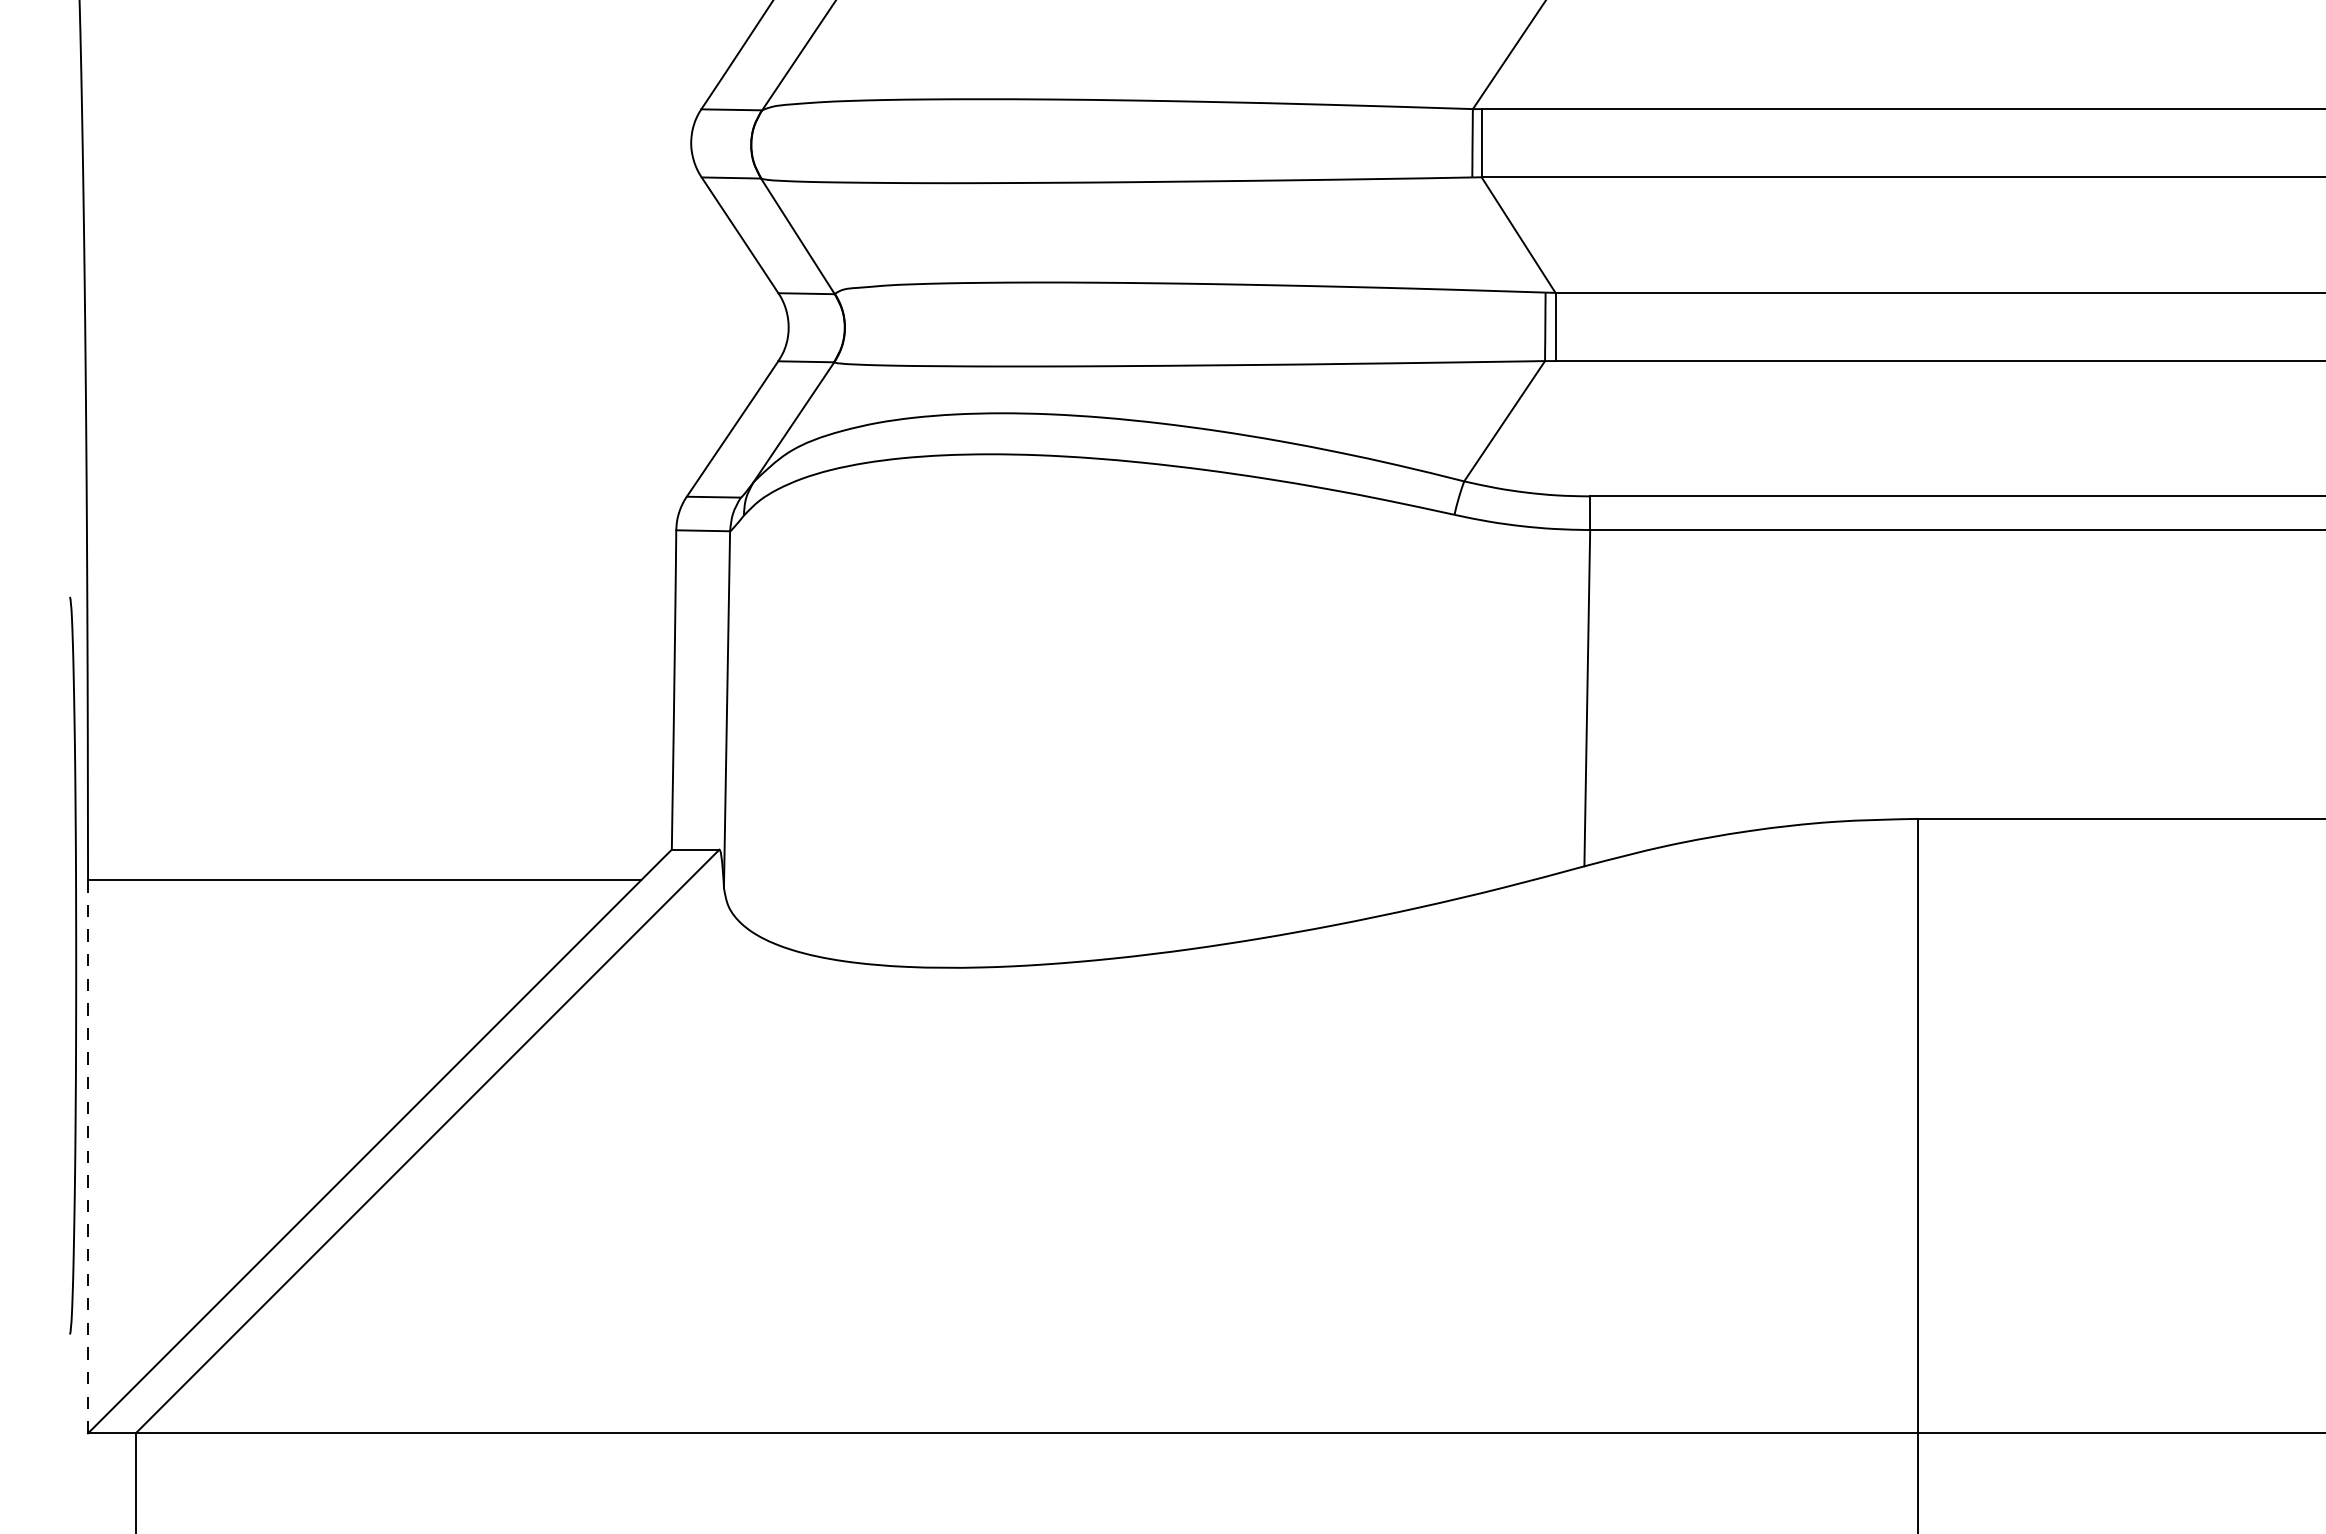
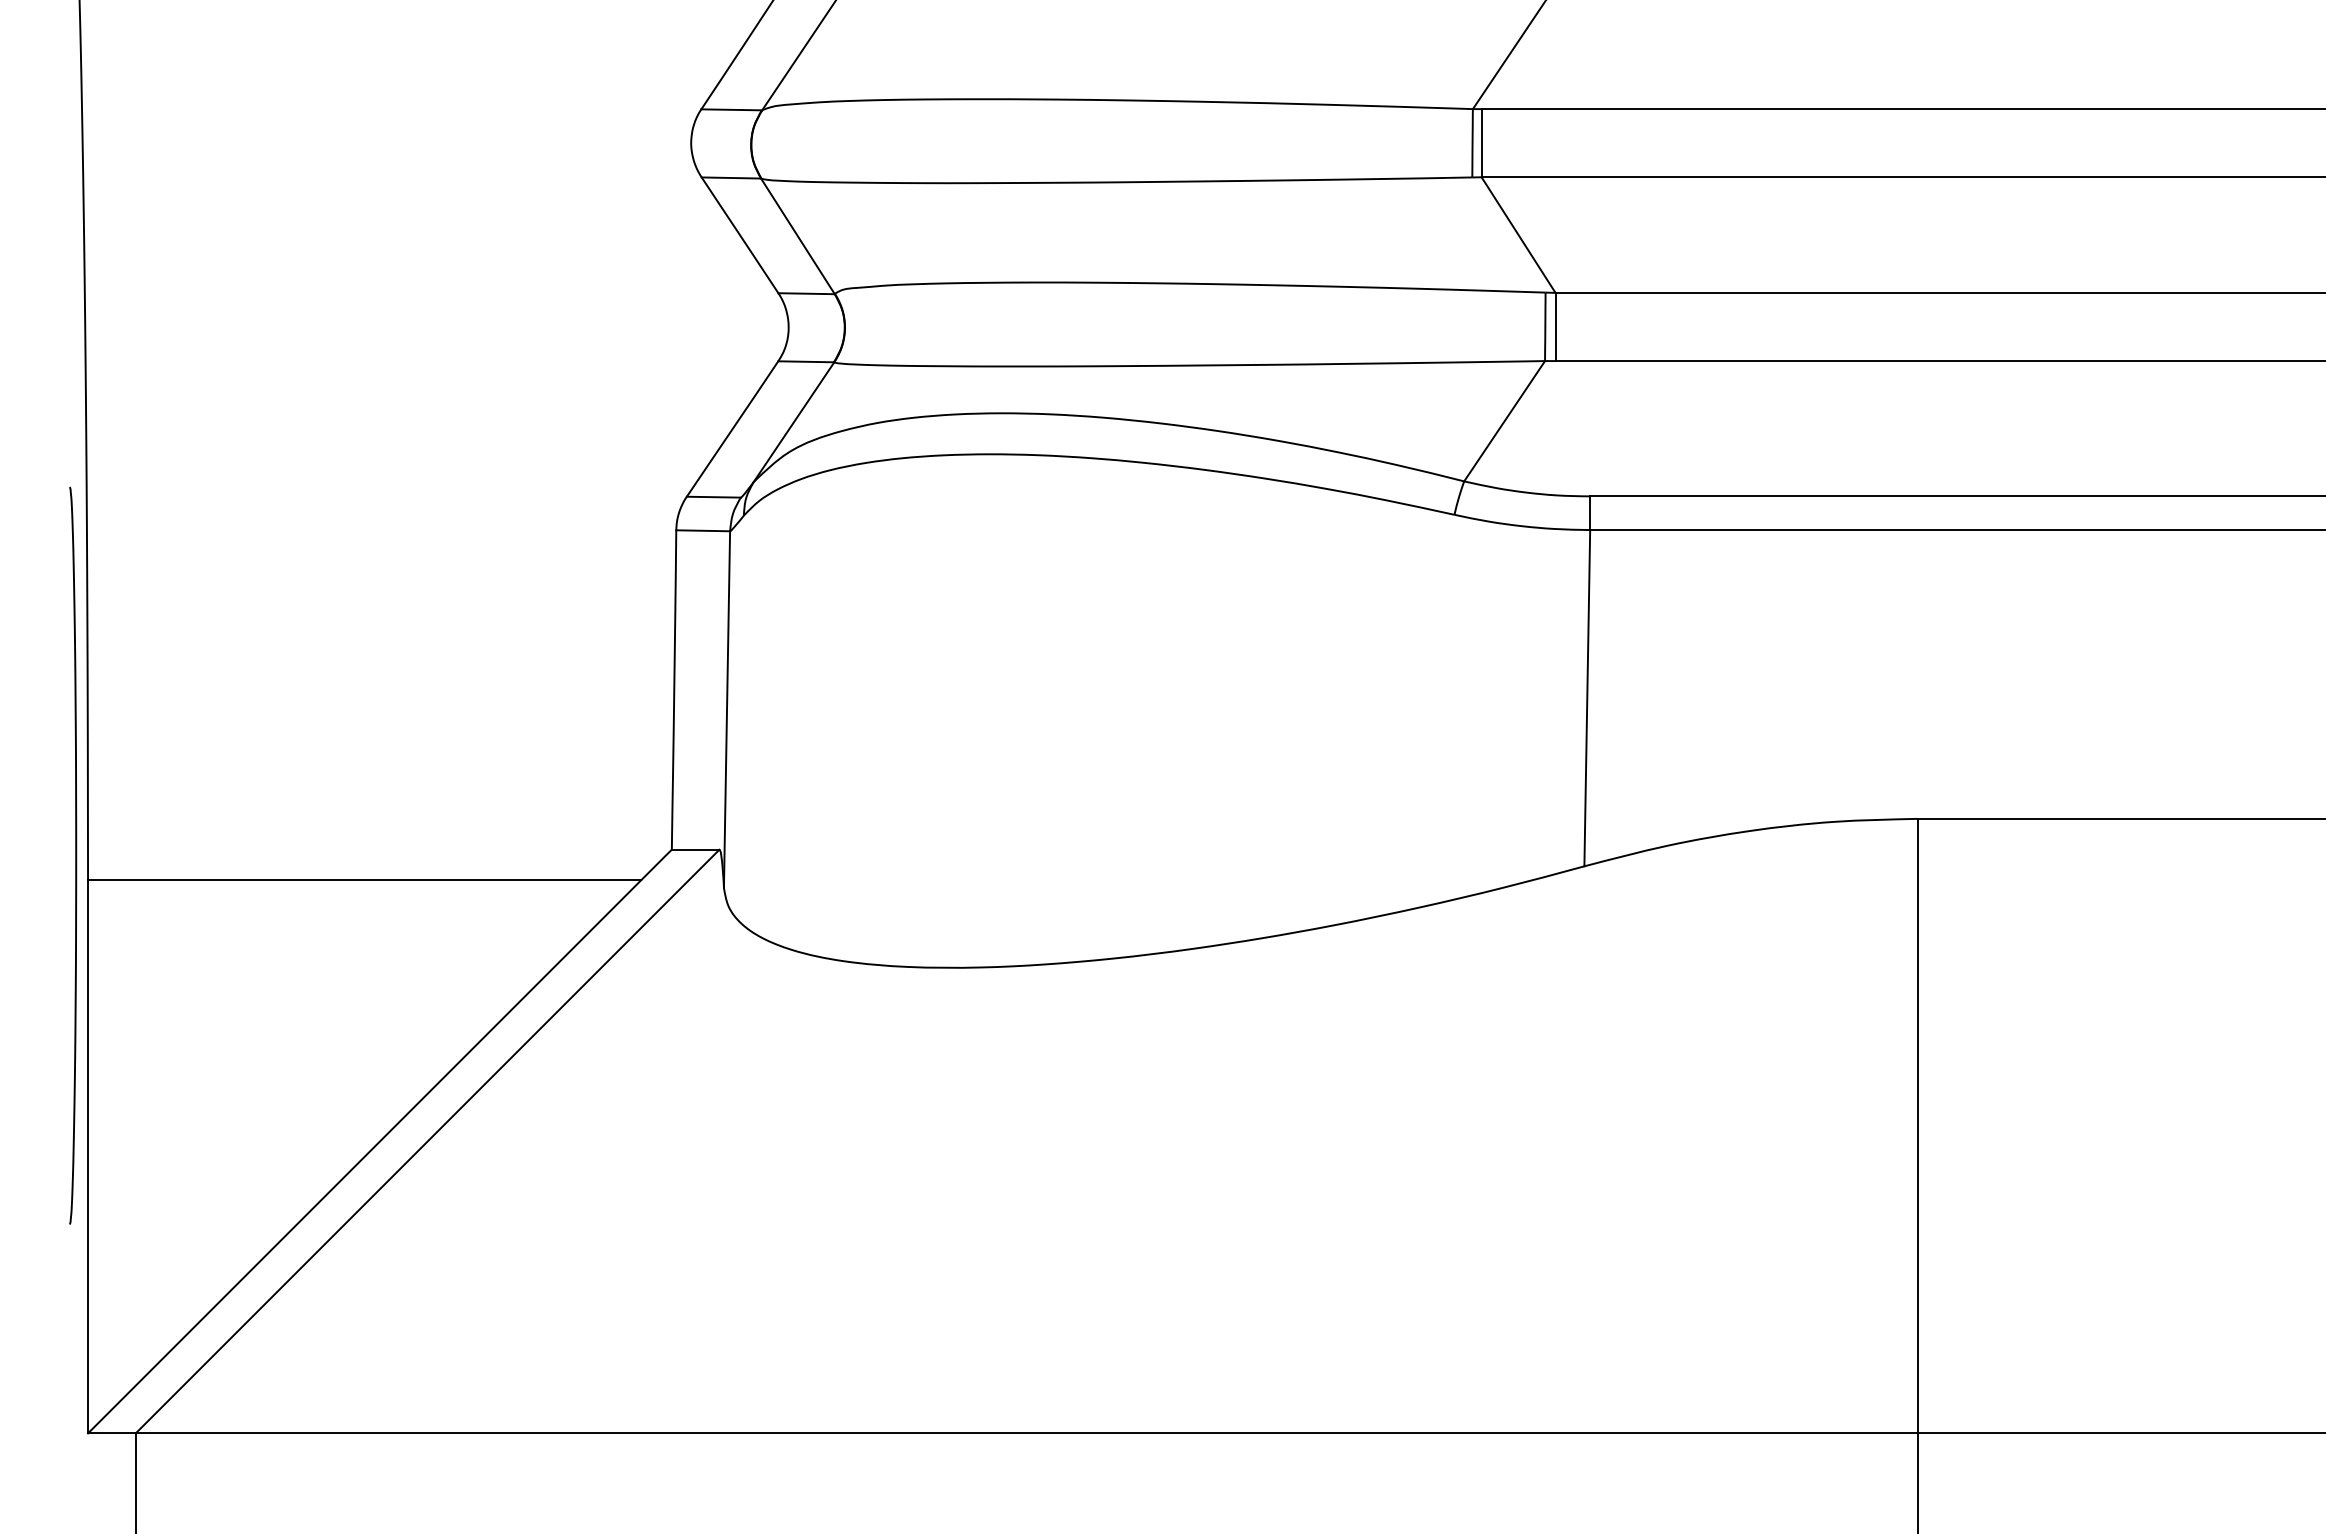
curve at (75, 965) position: (75, 965) -> (75, 855)
line at (88, 1156): dashed -> solid
